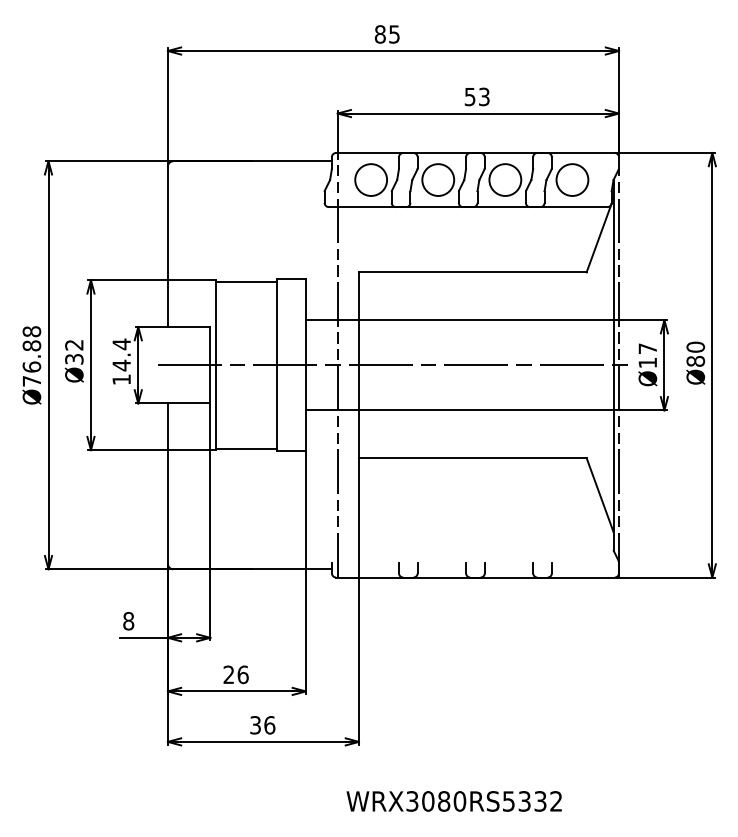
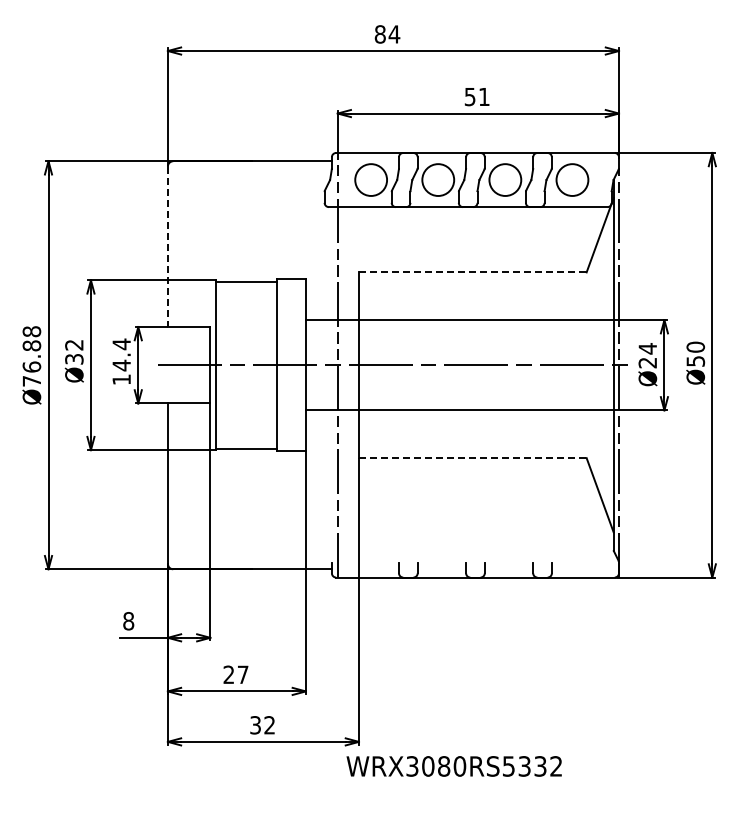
text at (394, 34): 85 -> 84
text at (484, 96): 53 -> 51
line at (167, 247): solid -> dashed
line at (472, 272): solid -> dashed
text at (647, 355): Ø17 -> Ø24
text at (695, 360): Ø80 -> Ø50
line at (472, 458): solid -> dashed
text at (242, 674): 26 -> 27
text at (269, 725): 36 -> 32
text at (453, 801) position: (453, 801) -> (453, 766)
